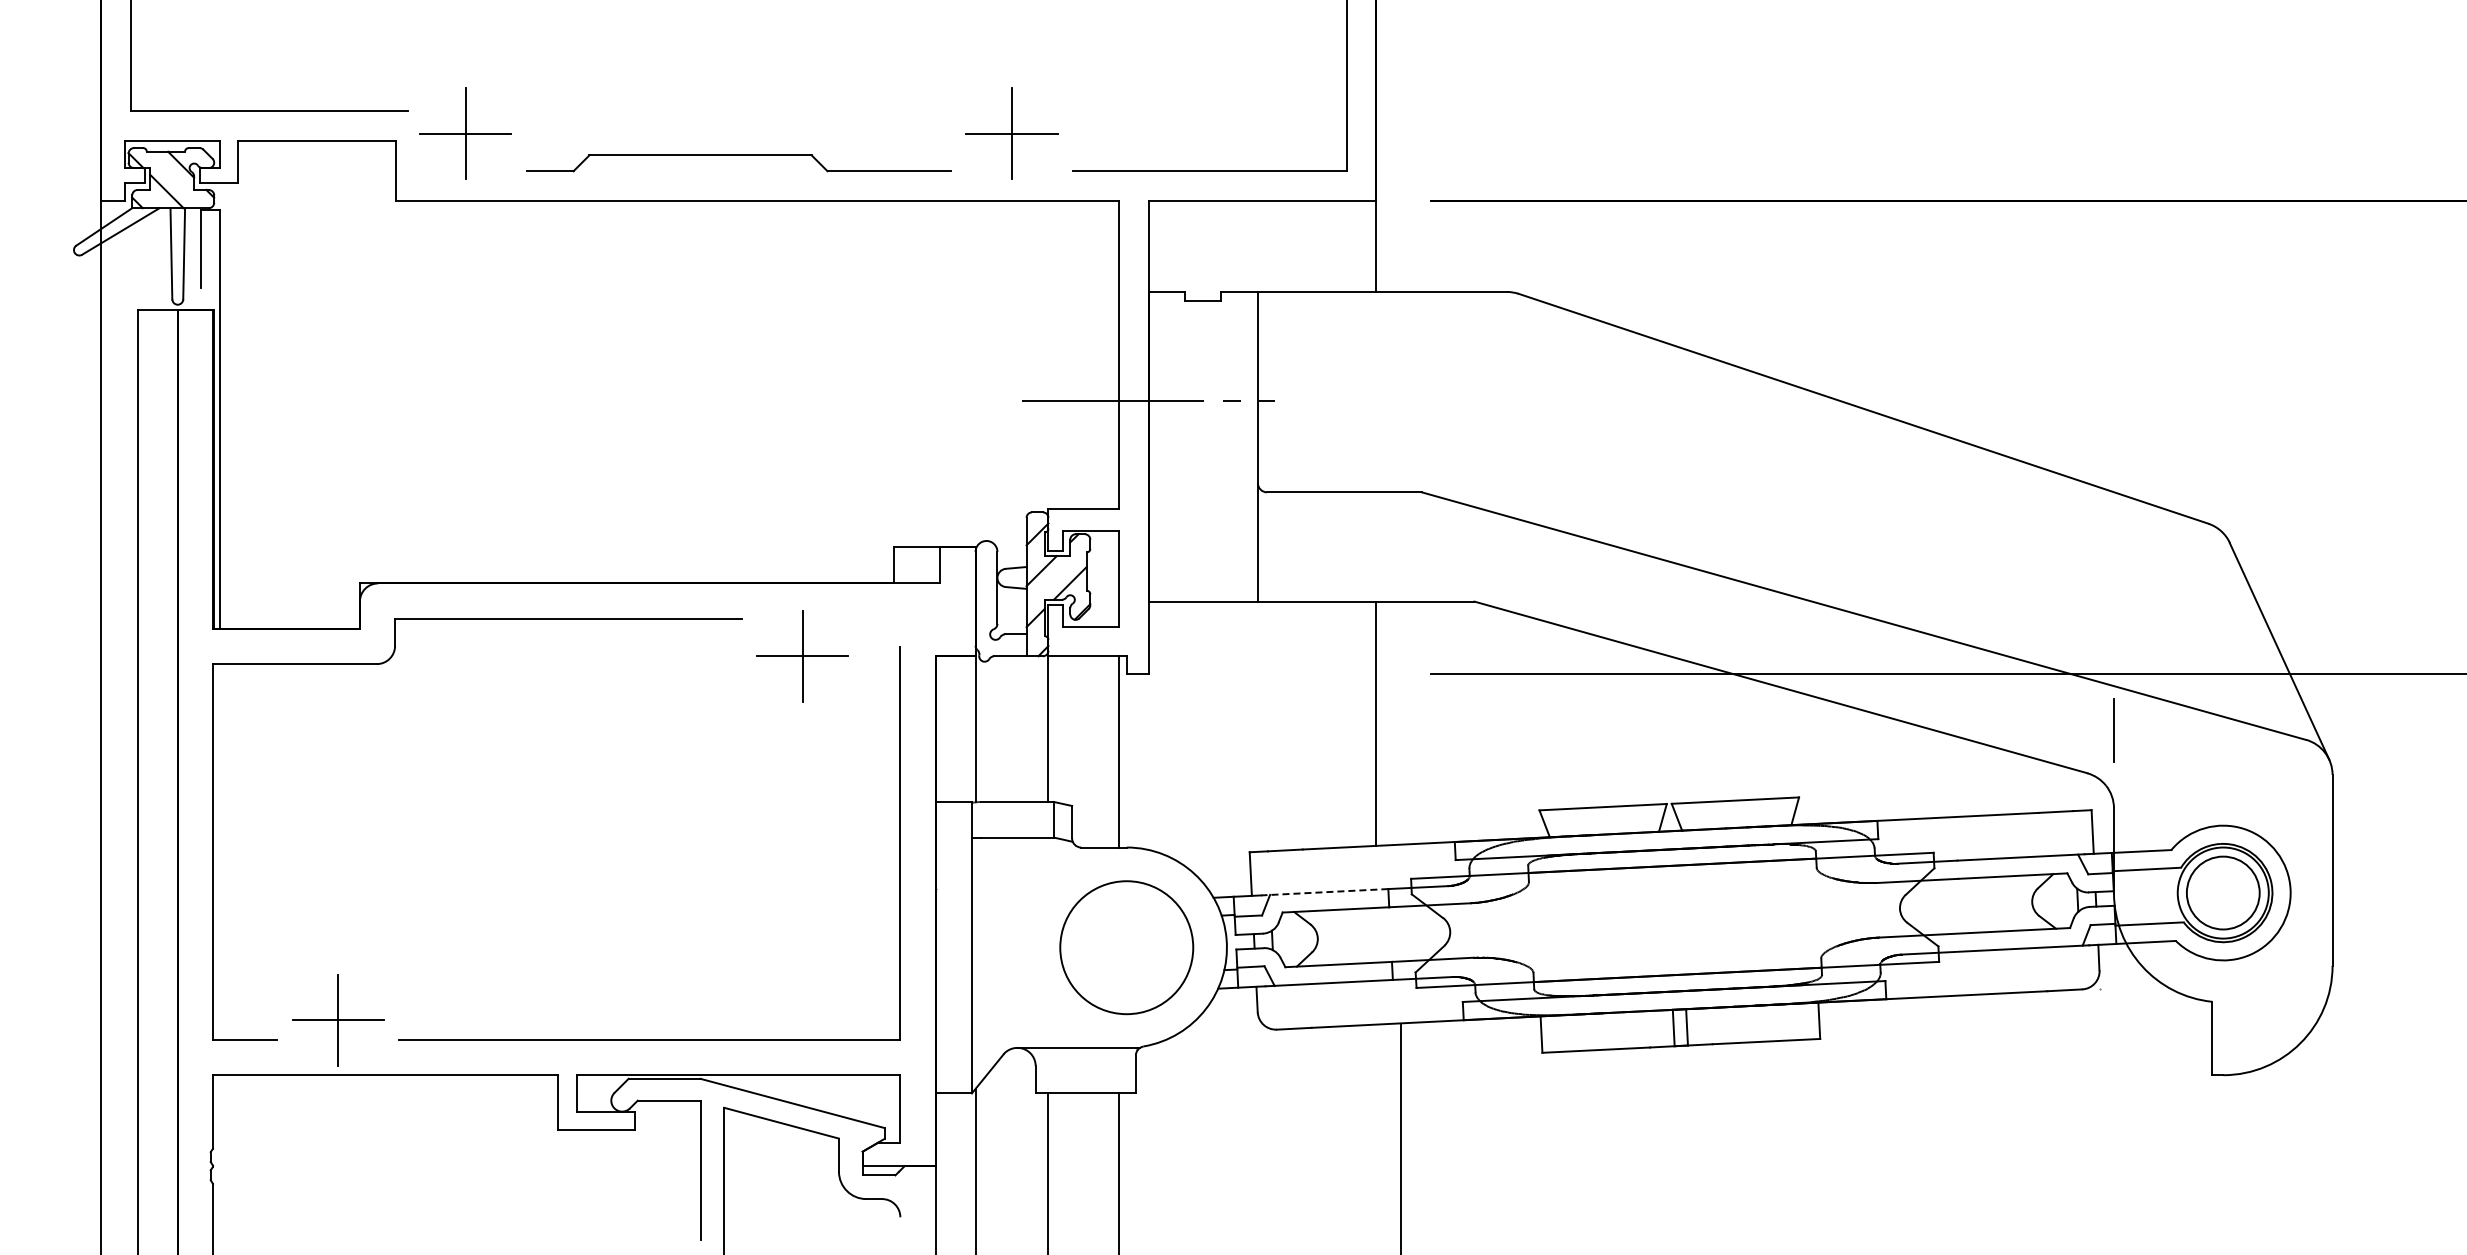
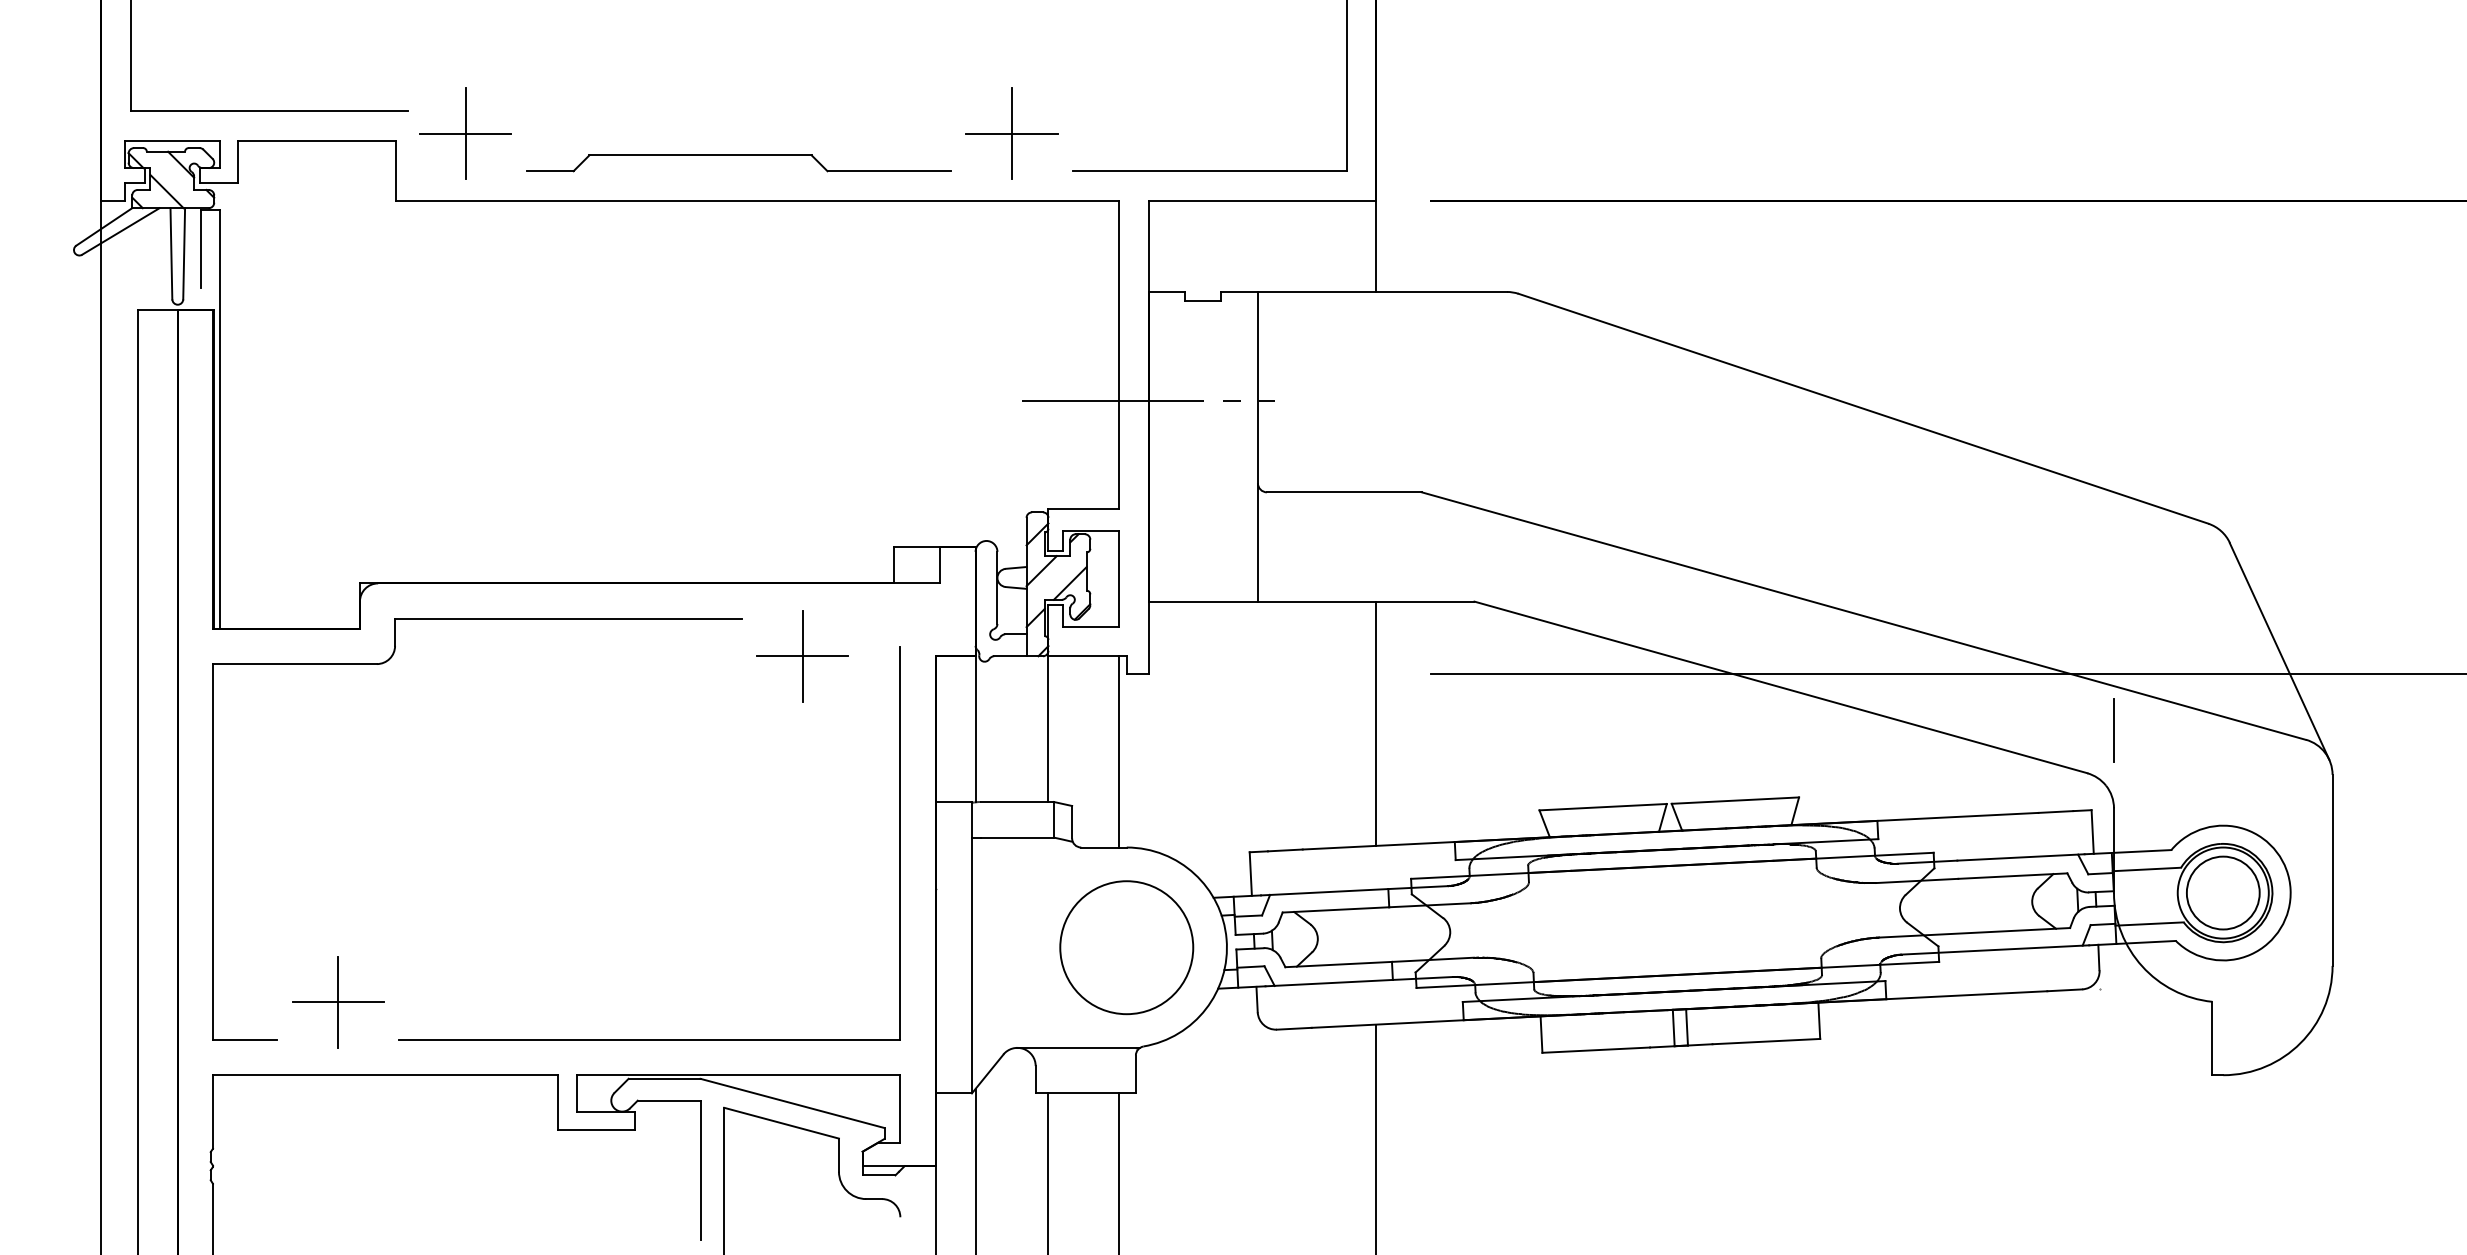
line at (1324, 892): dashed -> solid
part at (338, 1020) position: (338, 1020) -> (338, 1002)
line at (1401, 1137) position: (1401, 1137) -> (1376, 1137)
